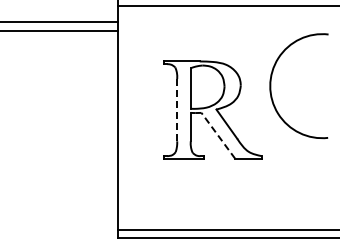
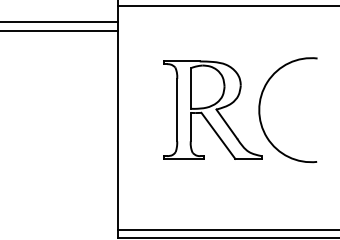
arc at (271, 86) position: (271, 86) -> (260, 110)
line at (177, 109): dashed -> solid
line at (218, 135): dashed -> solid
